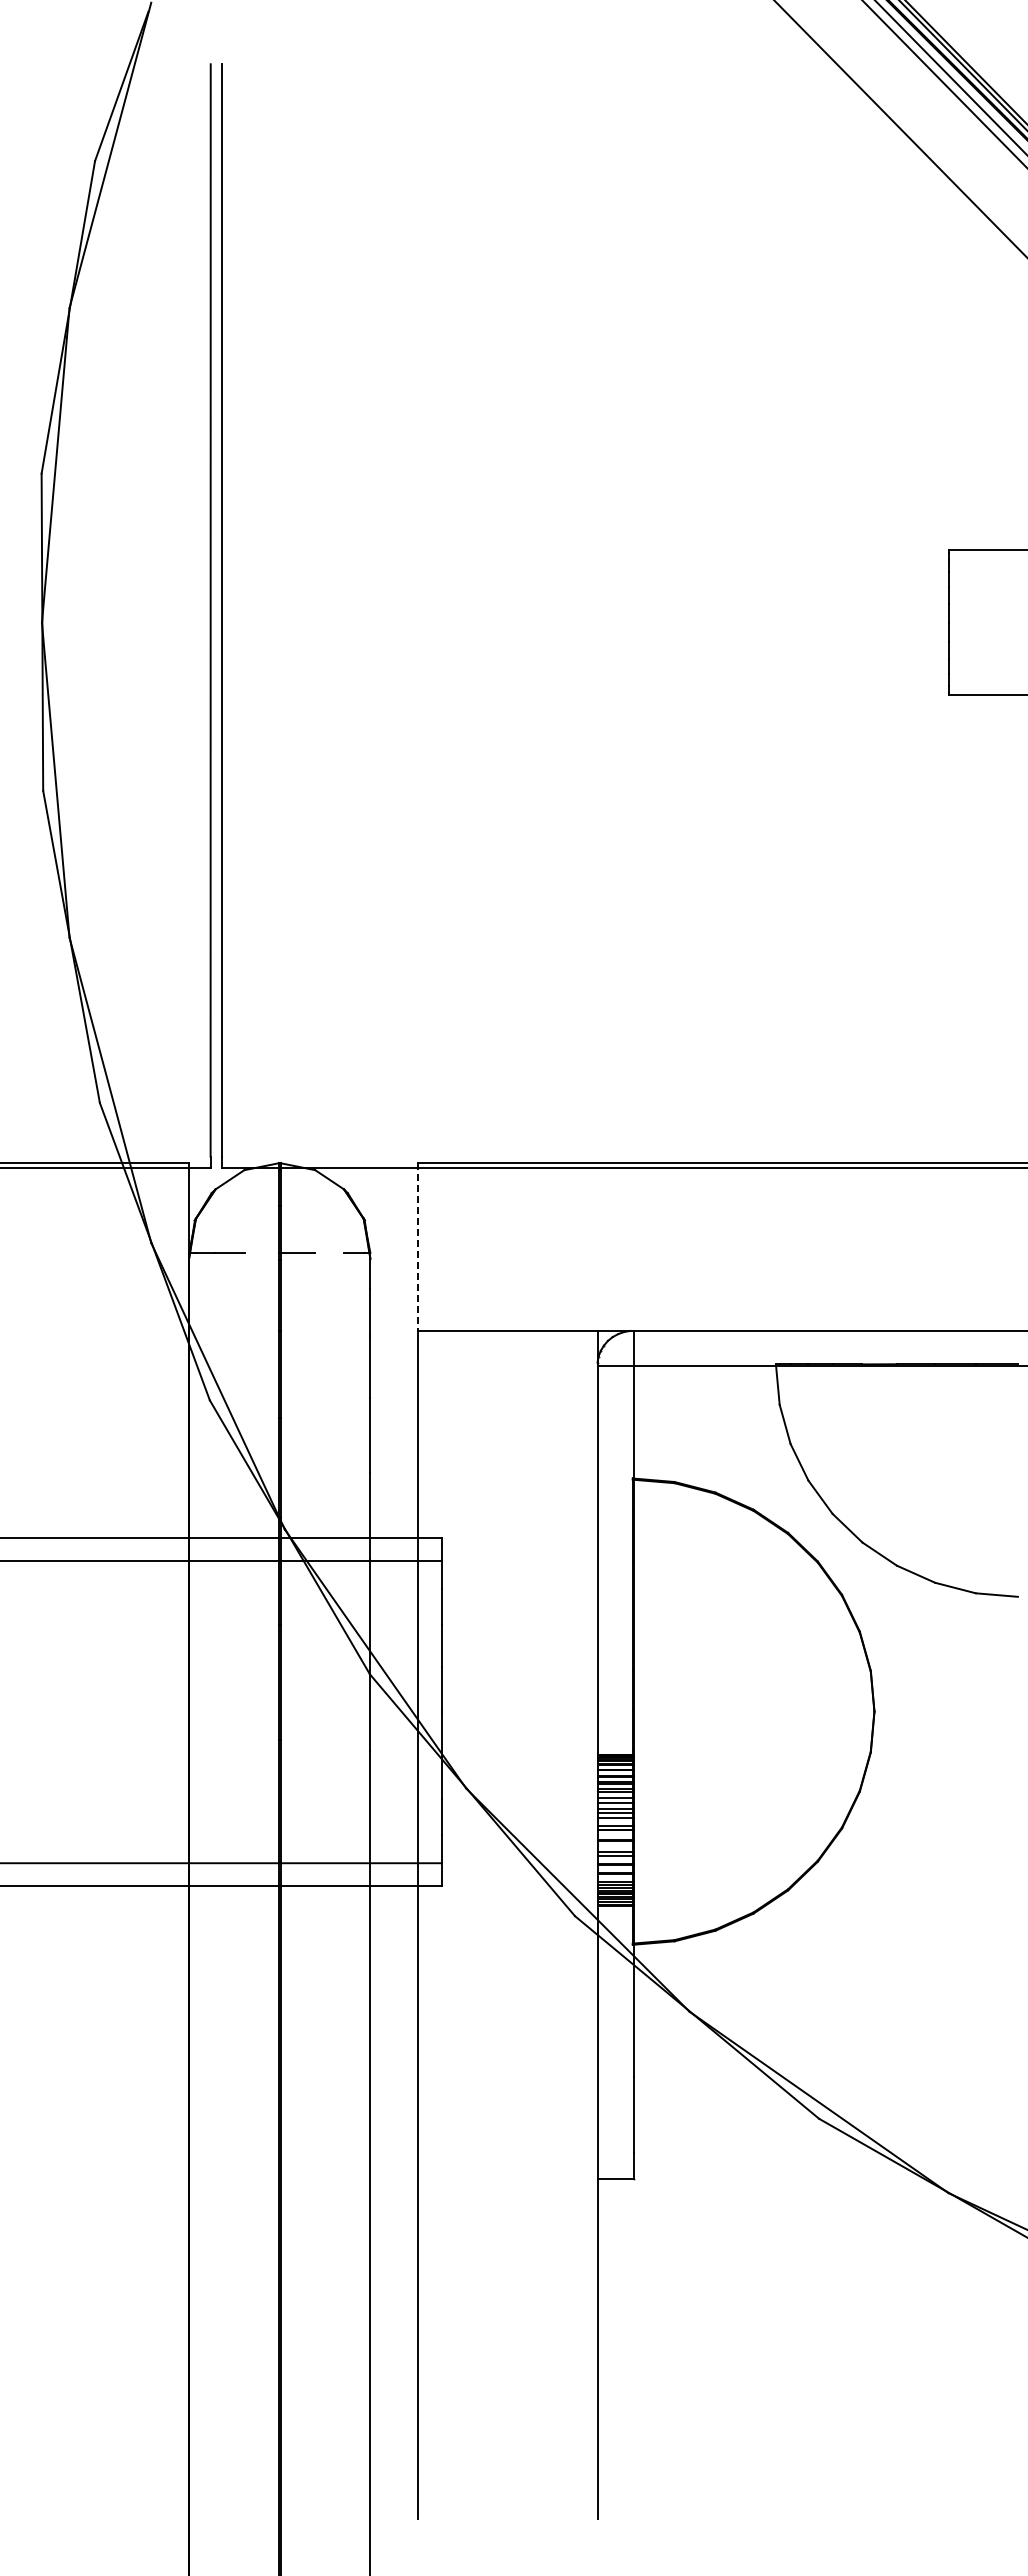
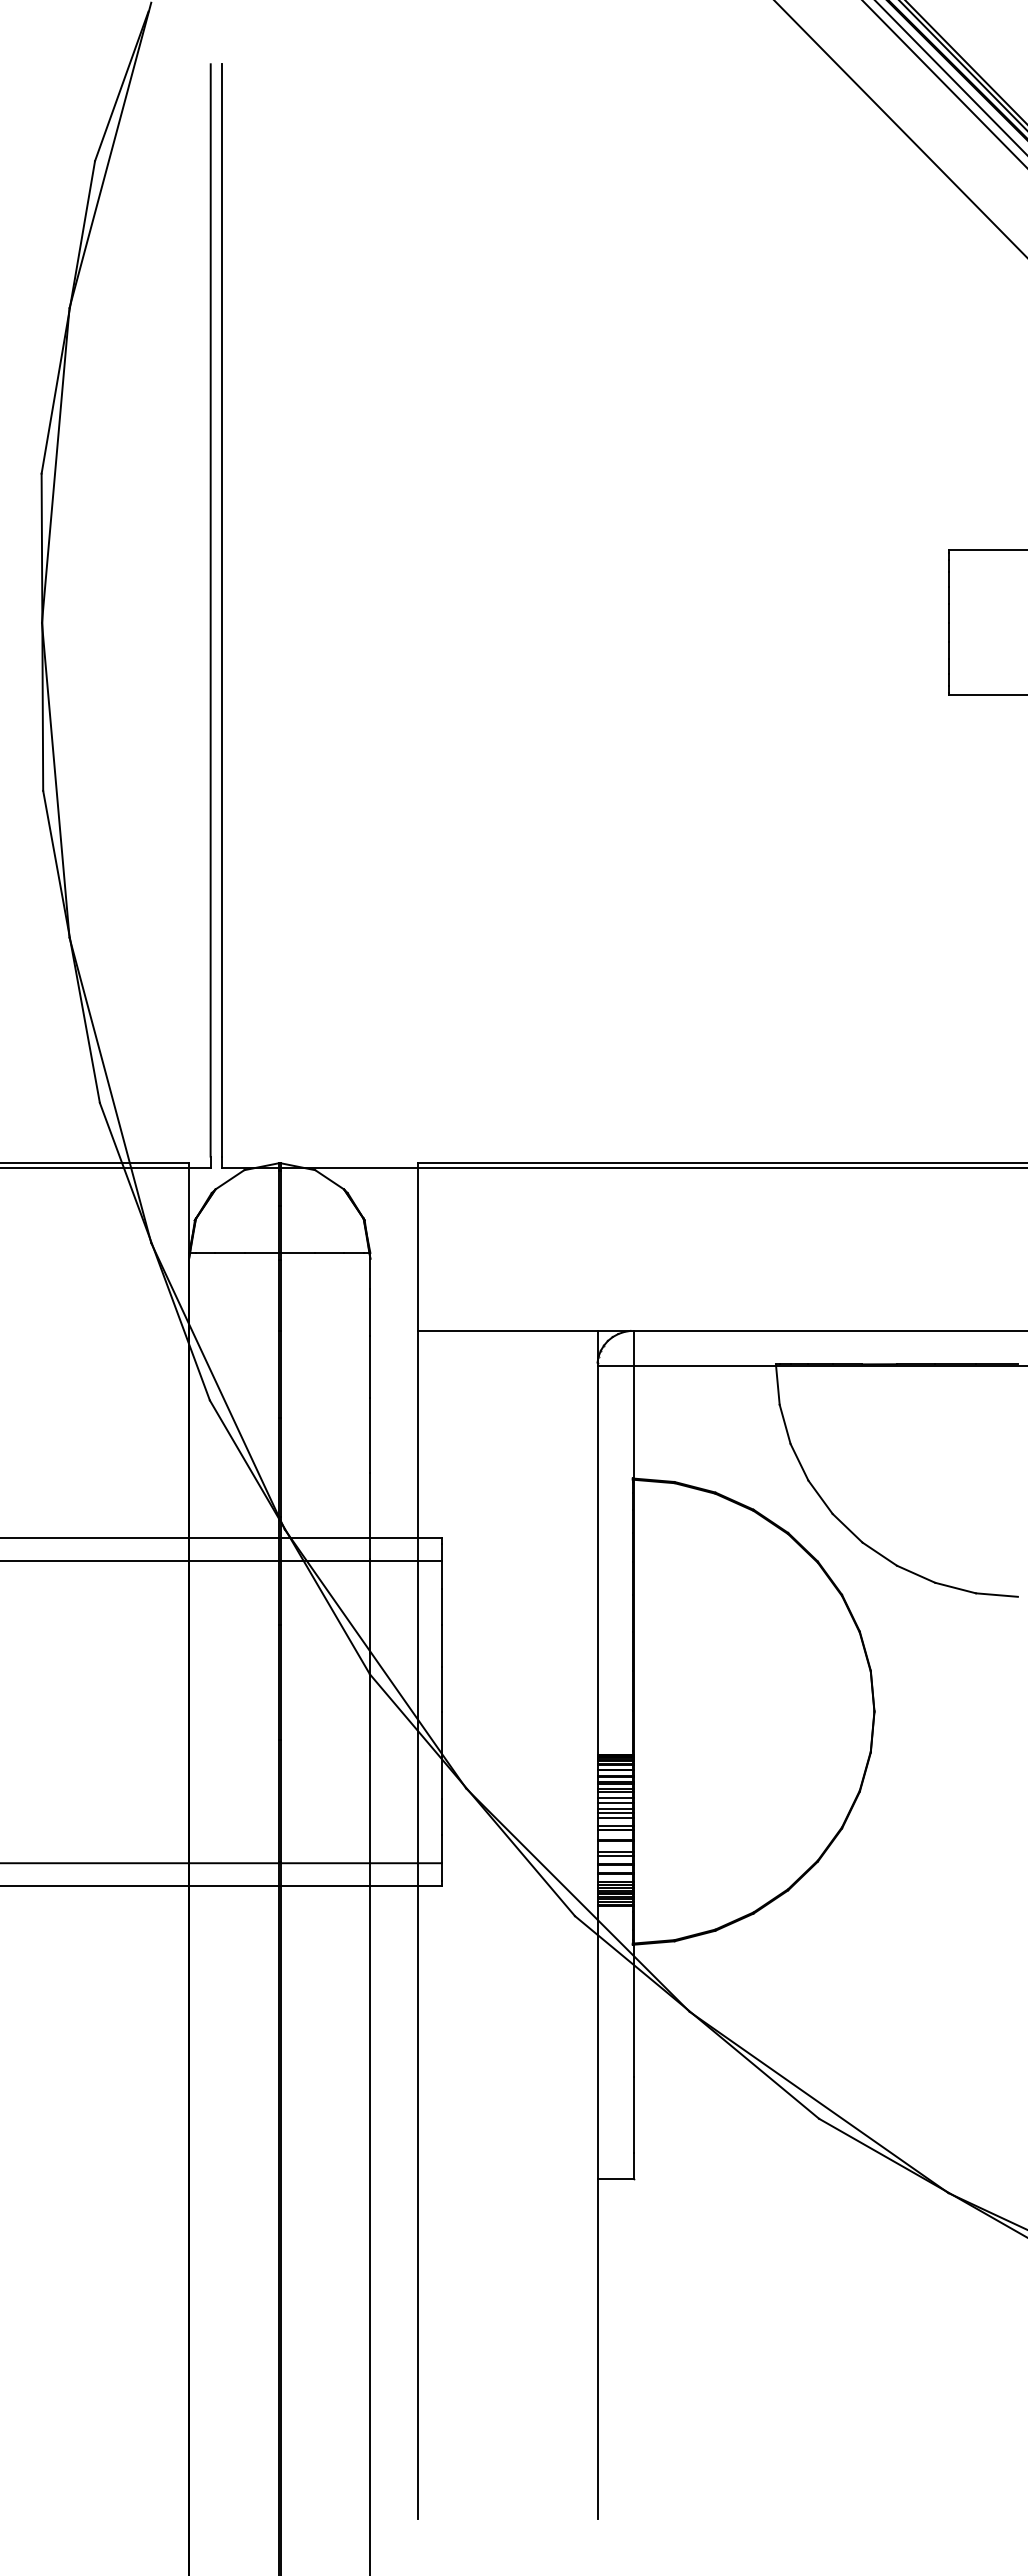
line at (417, 1247): dashed -> solid
line at (261, 1252): none -> present
line at (329, 1252): none -> present
